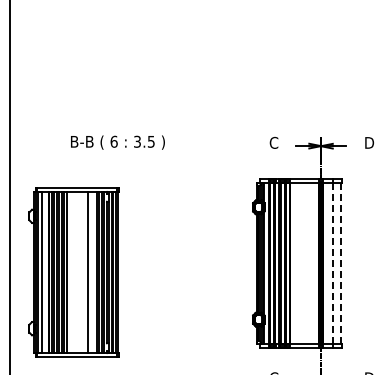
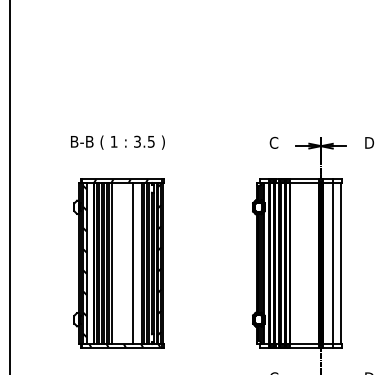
text at (113, 141): 6 -> 1
line at (333, 263): dashed -> solid
line at (341, 263): dashed -> solid
part at (73, 272) position: (73, 272) -> (118, 263)
